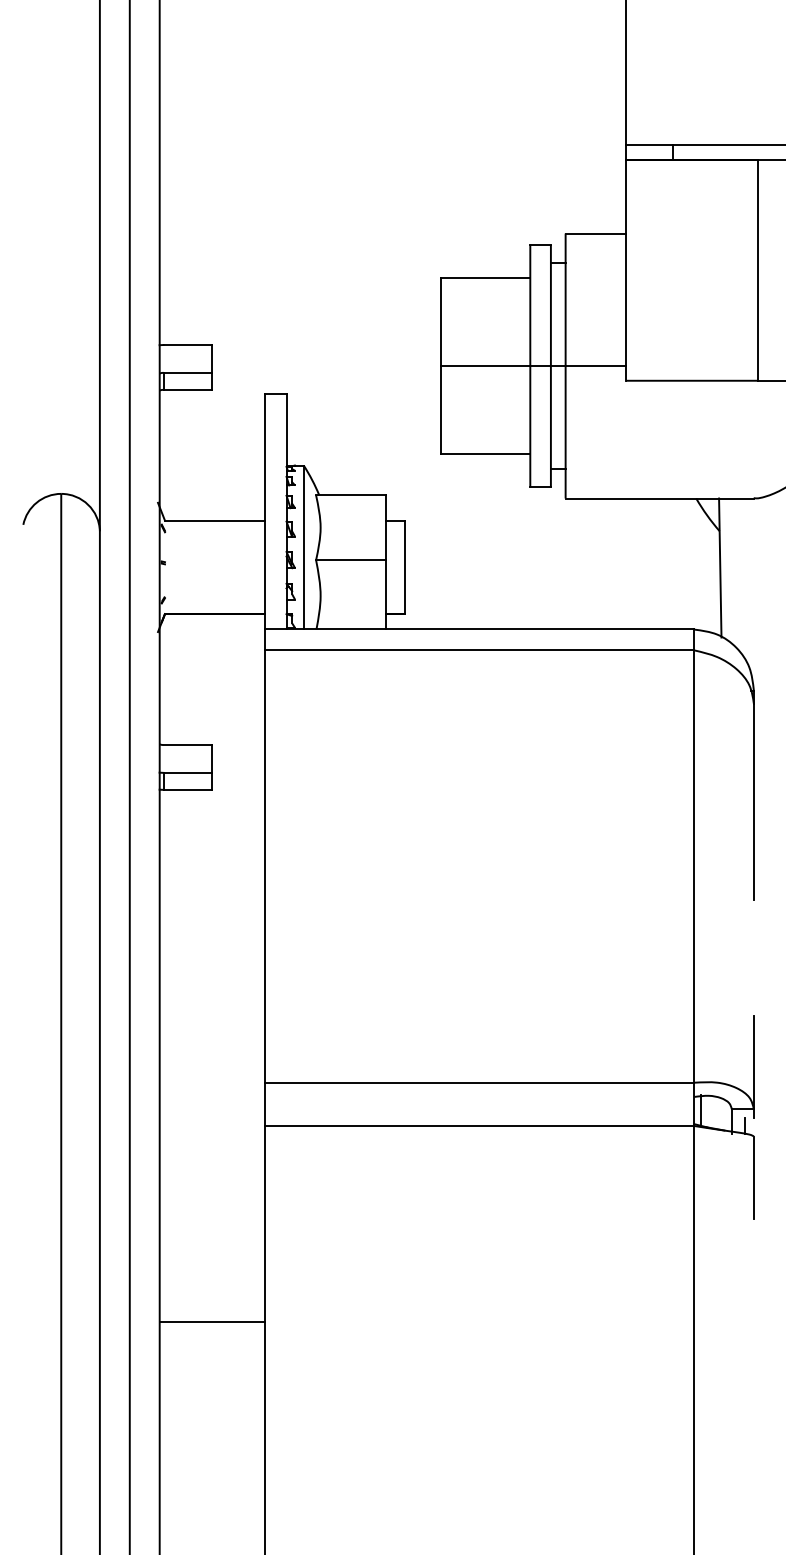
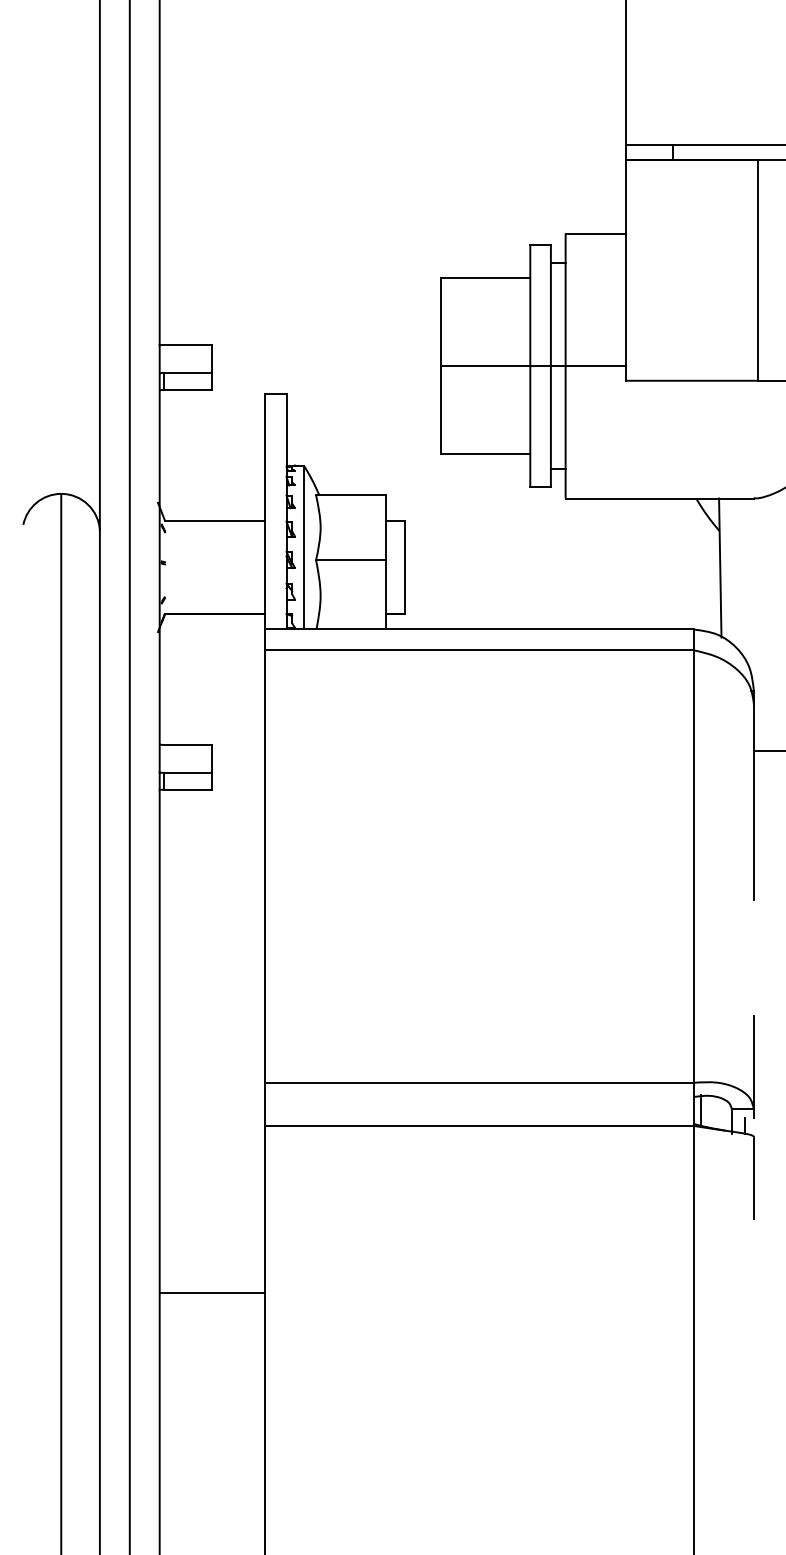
line at (767, 751): none -> present
line at (211, 1322) position: (211, 1322) -> (211, 1293)
